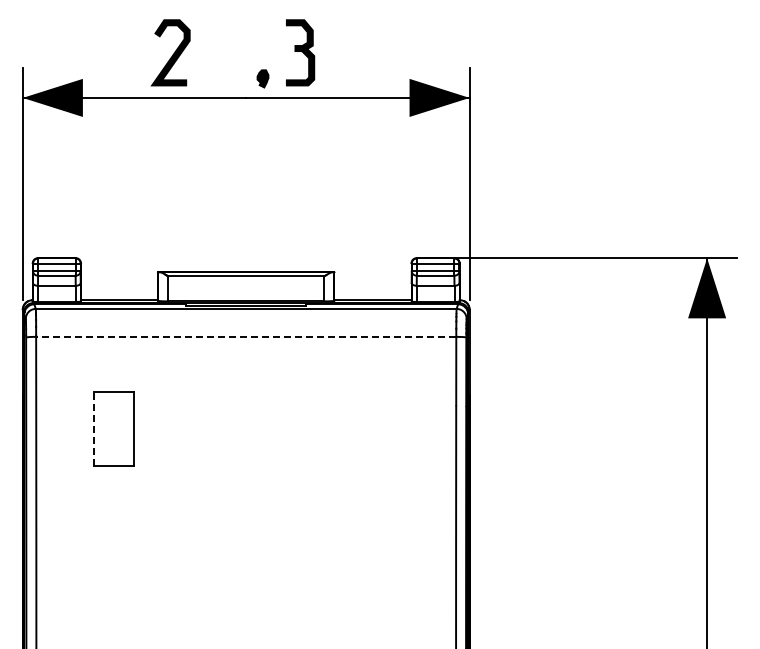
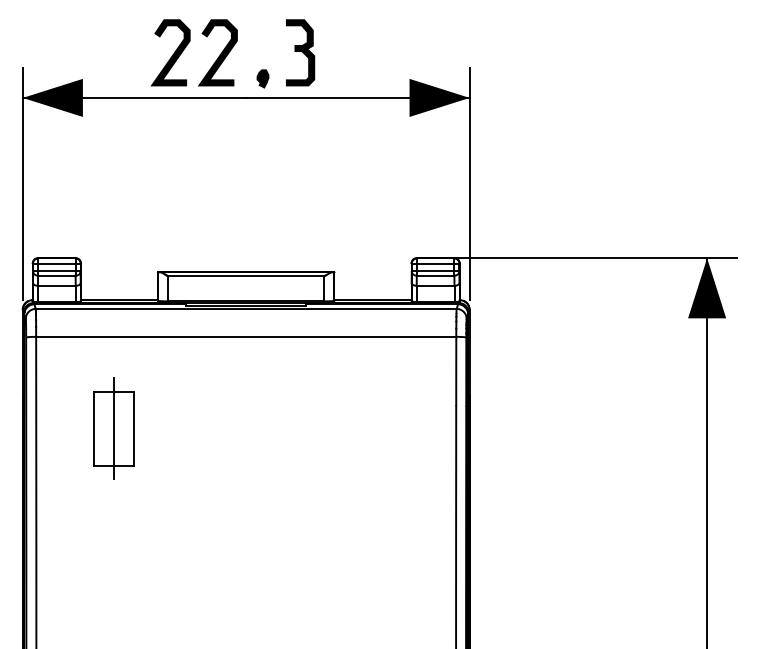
curve at (219, 54): none -> present
line at (245, 336): dashed -> solid
line at (93, 428): dashed -> solid
line at (113, 428): none -> present
